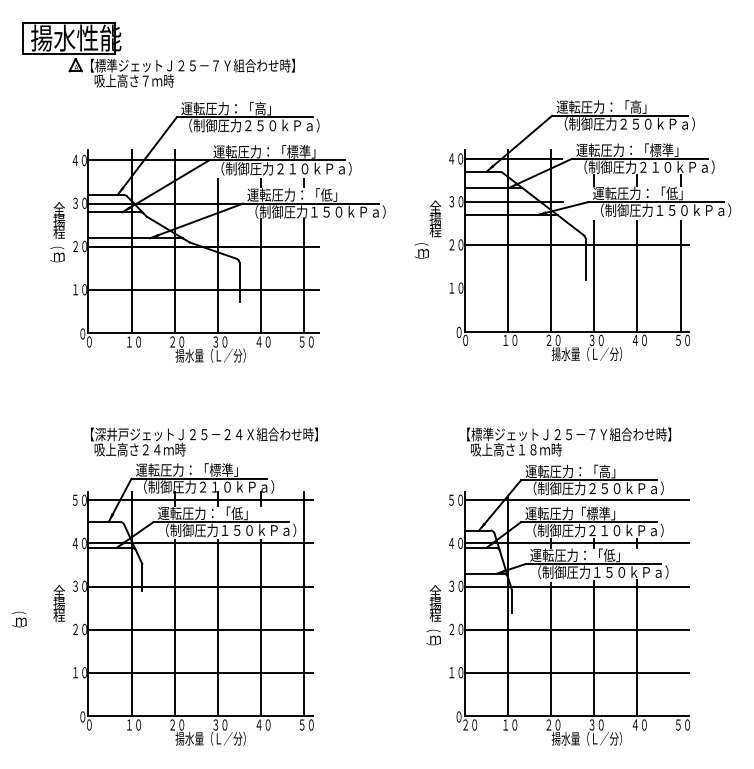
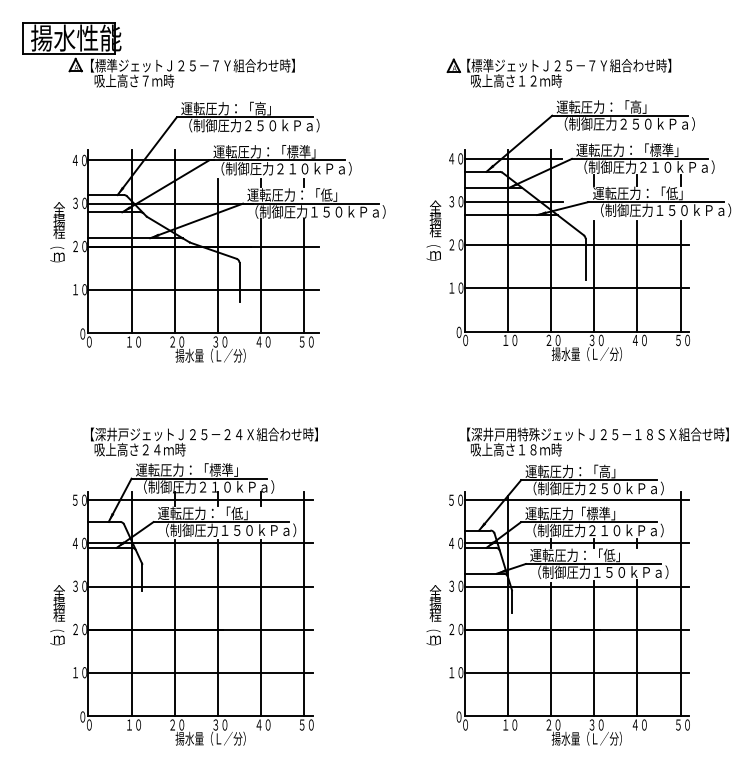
part at (558, 72): none -> present
text at (421, 250) position: (421, 250) -> (433, 252)
line at (576, 288): none -> present
text at (599, 434): 【標準ジェットＪ２５－７Ｙ組合わせ時】 -> 【深井戸用特殊ジェットＪ２５－１８ＳＸ組合せ時】
line at (680, 603): none -> present
text at (19, 619) position: (19, 619) -> (57, 637)
text at (470, 724): ２０ -> ０
